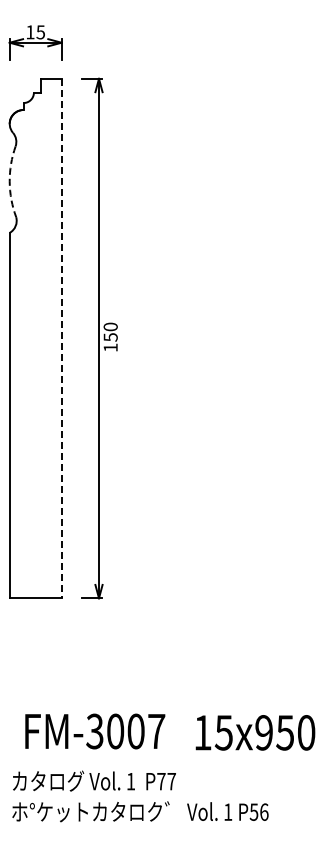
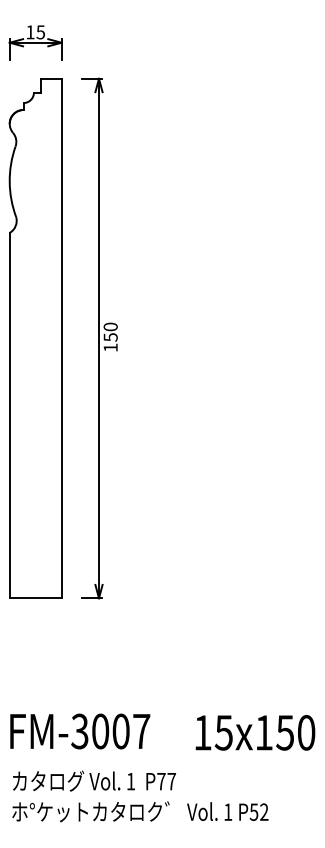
arc at (9, 181): dashed -> solid
line at (61, 338): dashed -> solid
text at (95, 731) position: (95, 731) -> (80, 731)
text at (263, 732): 15x950 -> 15x150
text at (264, 811): P56 -> P52
